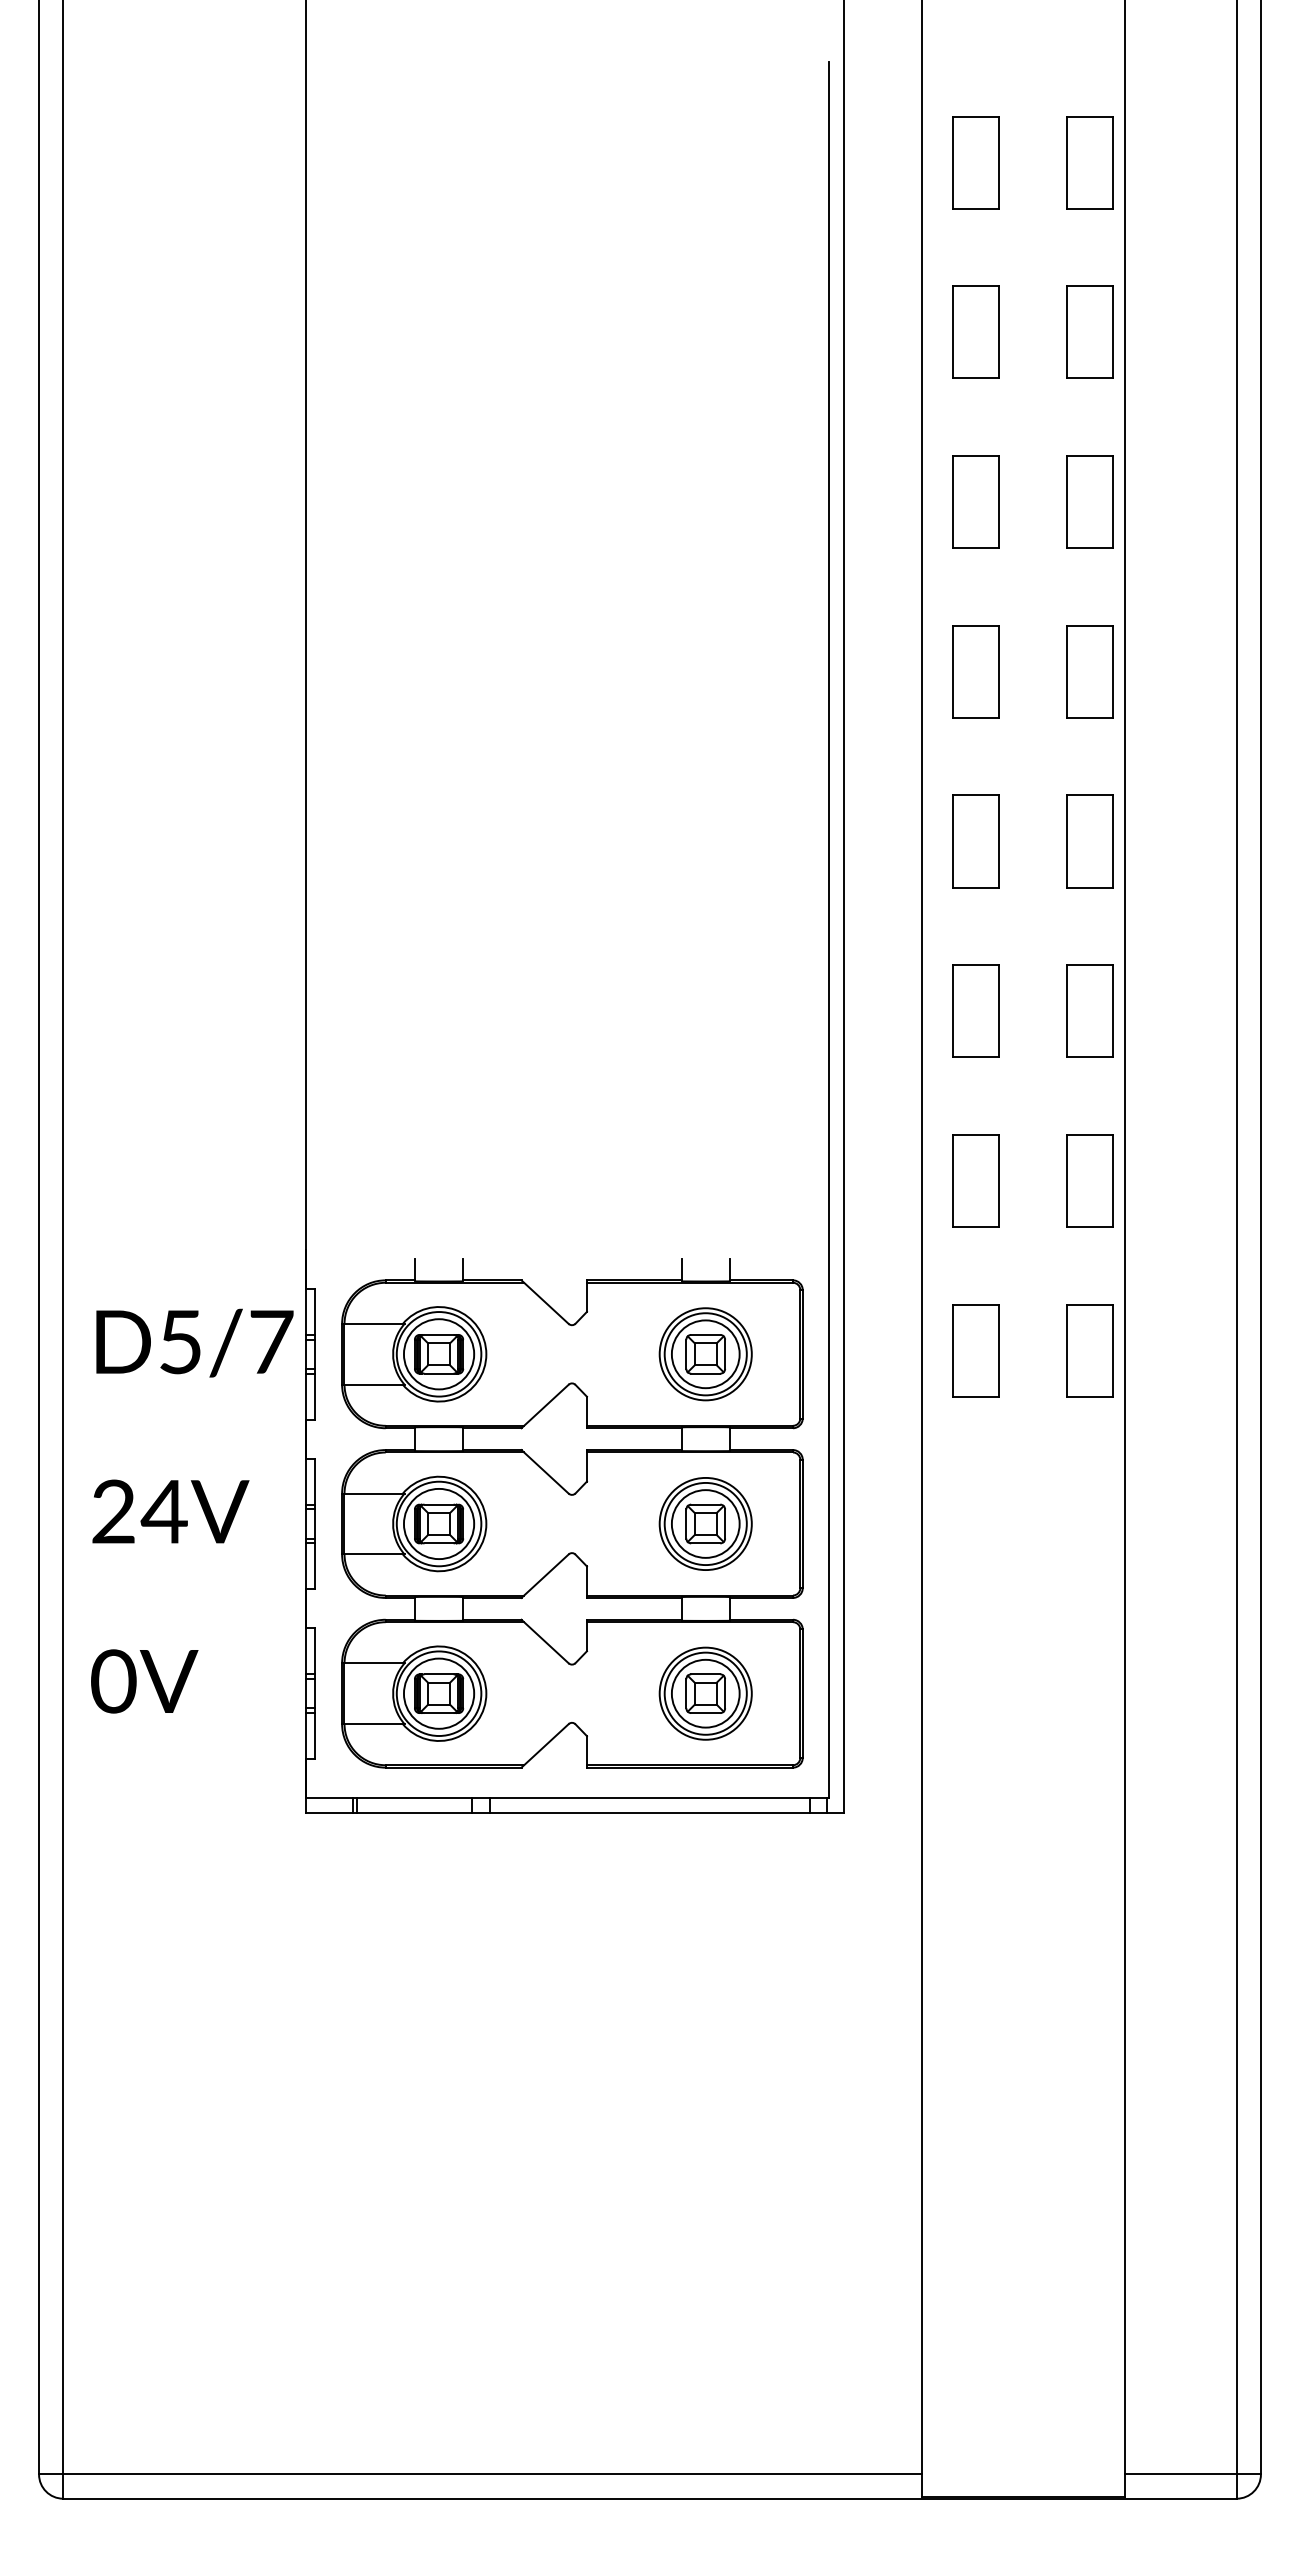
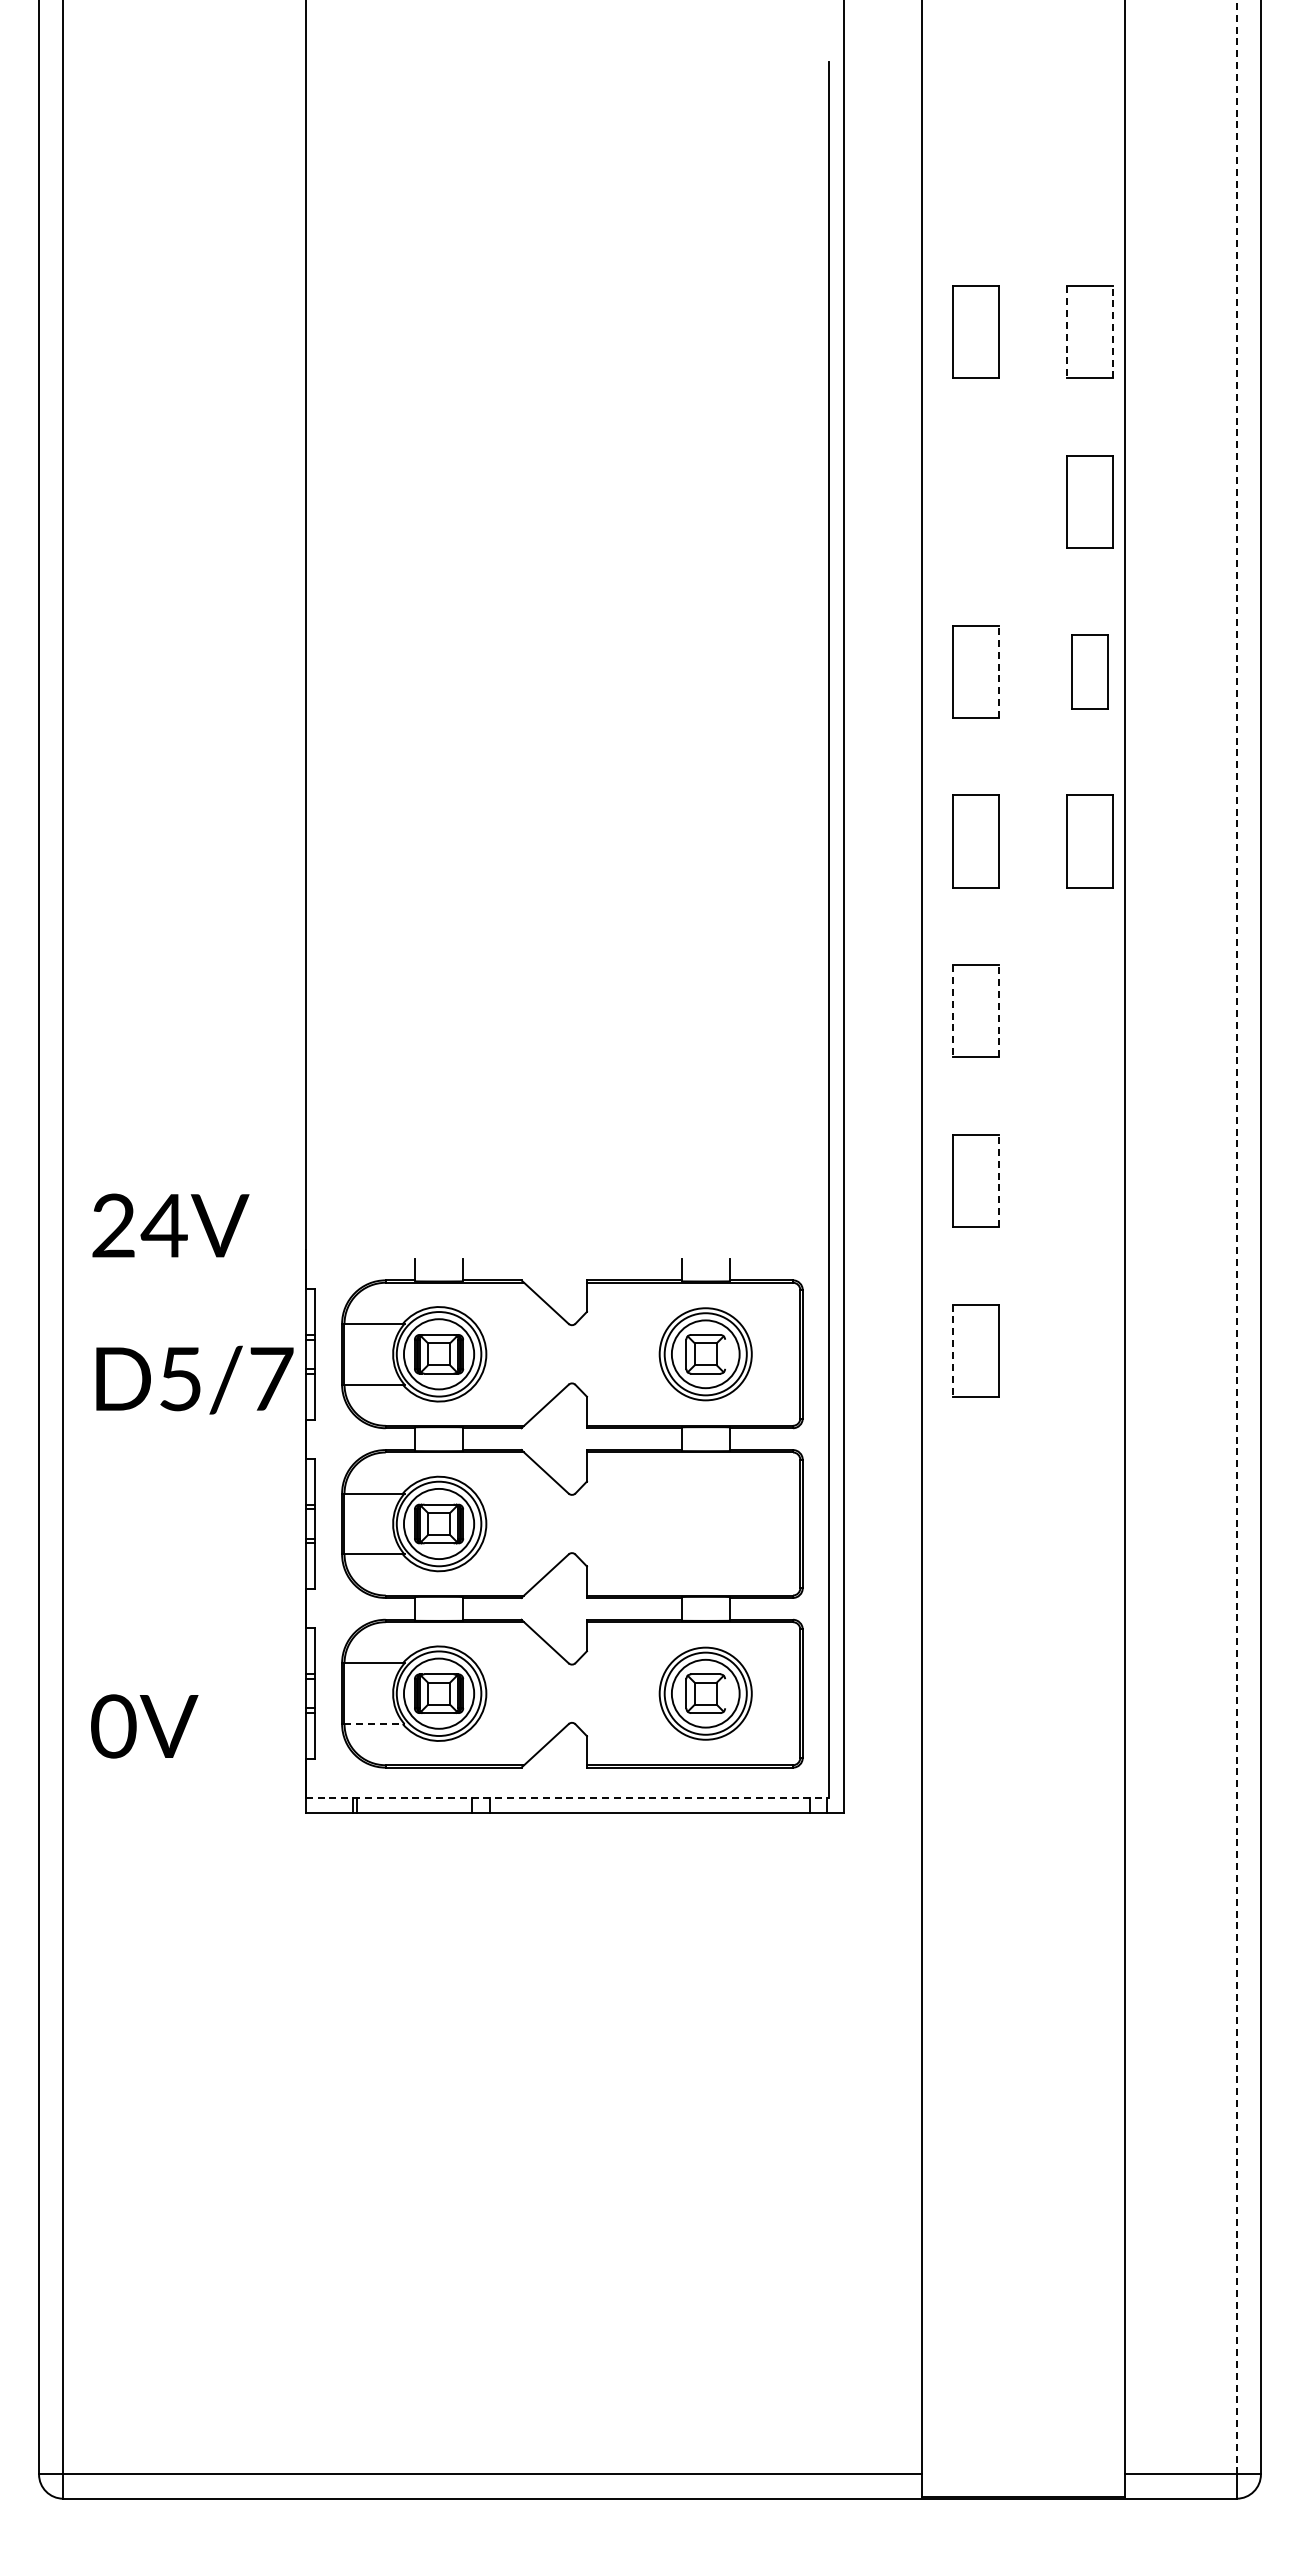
part at (975, 162): present -> none
part at (1089, 162): present -> none
line at (1113, 331): solid -> dashed
line at (1067, 332): solid -> dashed
part at (975, 501): present -> none
line at (999, 671): solid -> dashed
part at (1089, 671) size: 48x94 px -> 38x76 px
line at (999, 1010): solid -> dashed
part at (1089, 1010): present -> none
line at (953, 1011): solid -> dashed
line at (999, 1180): solid -> dashed
part at (1089, 1180): present -> none
line at (1236, 1237): solid -> dashed
text at (194, 1342) position: (194, 1342) -> (194, 1379)
part at (1089, 1350): present -> none
line at (953, 1351): solid -> dashed
line at (725, 1353): present -> none
text at (170, 1511) position: (170, 1511) -> (170, 1225)
part at (705, 1523): present -> none
text at (144, 1681) position: (144, 1681) -> (144, 1726)
line at (725, 1693): present -> none
line at (374, 1724): solid -> dashed
line at (567, 1797): solid -> dashed
